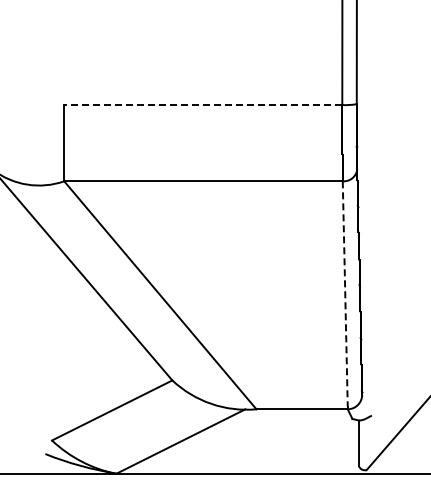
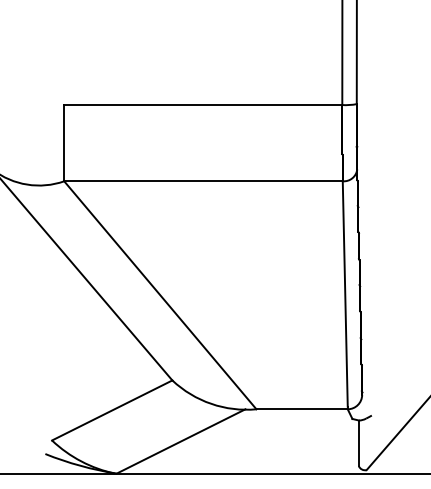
line at (202, 104): dashed -> solid
line at (345, 293): dashed -> solid
